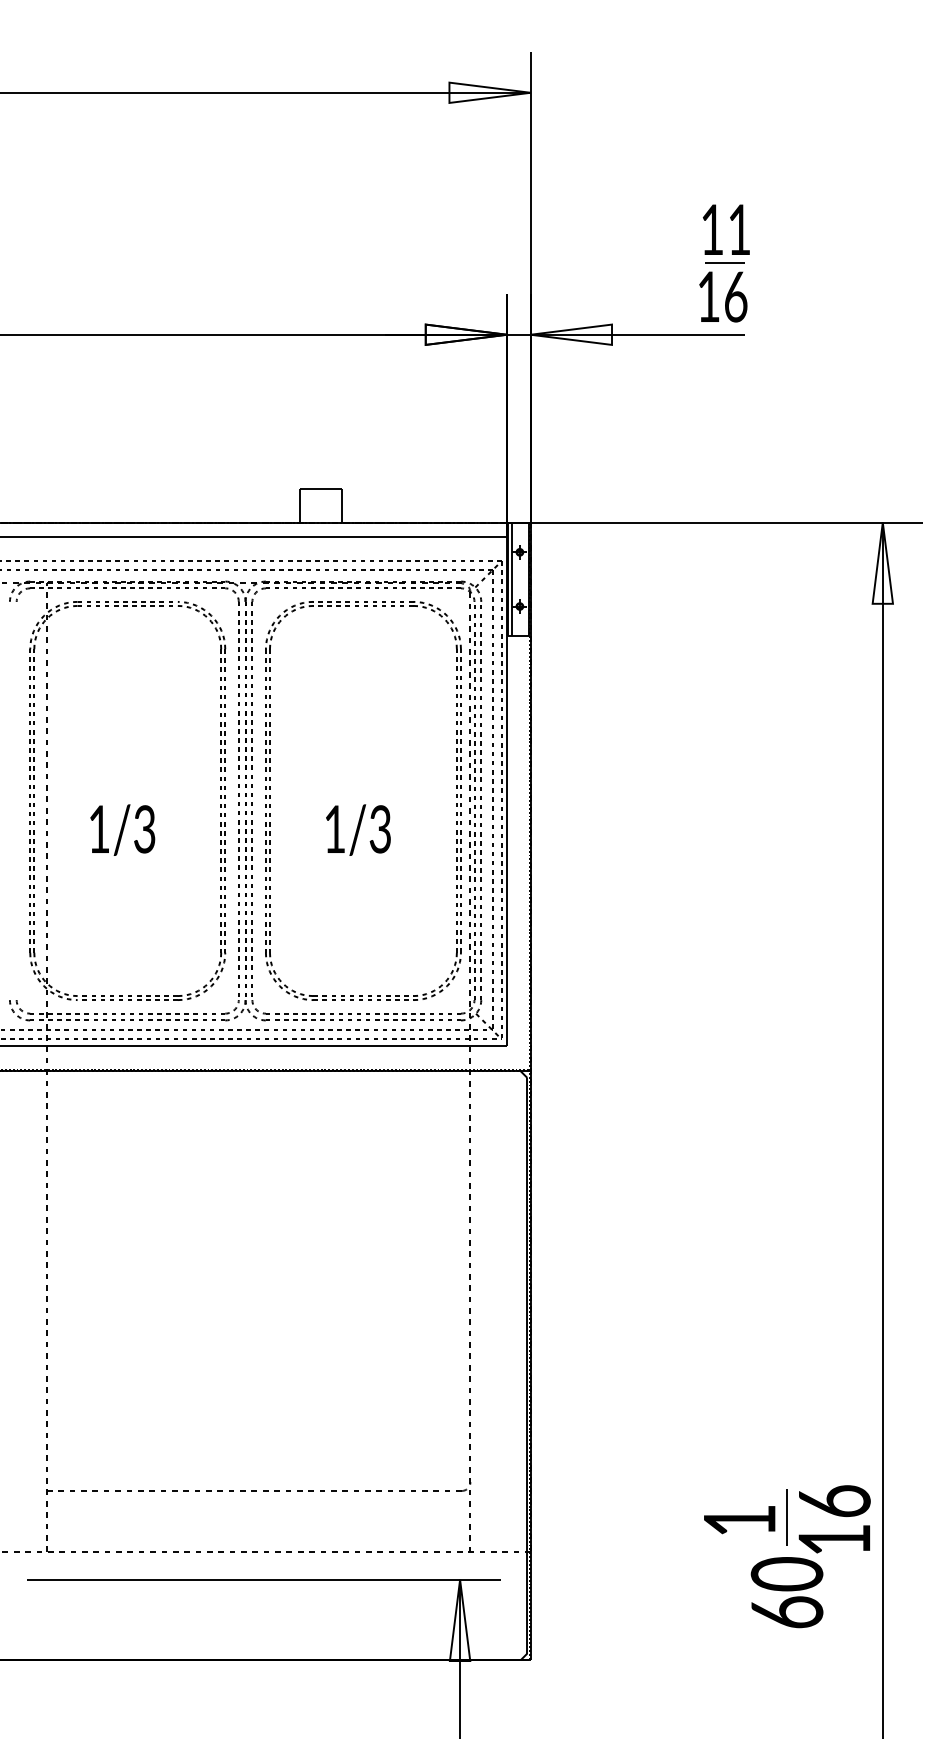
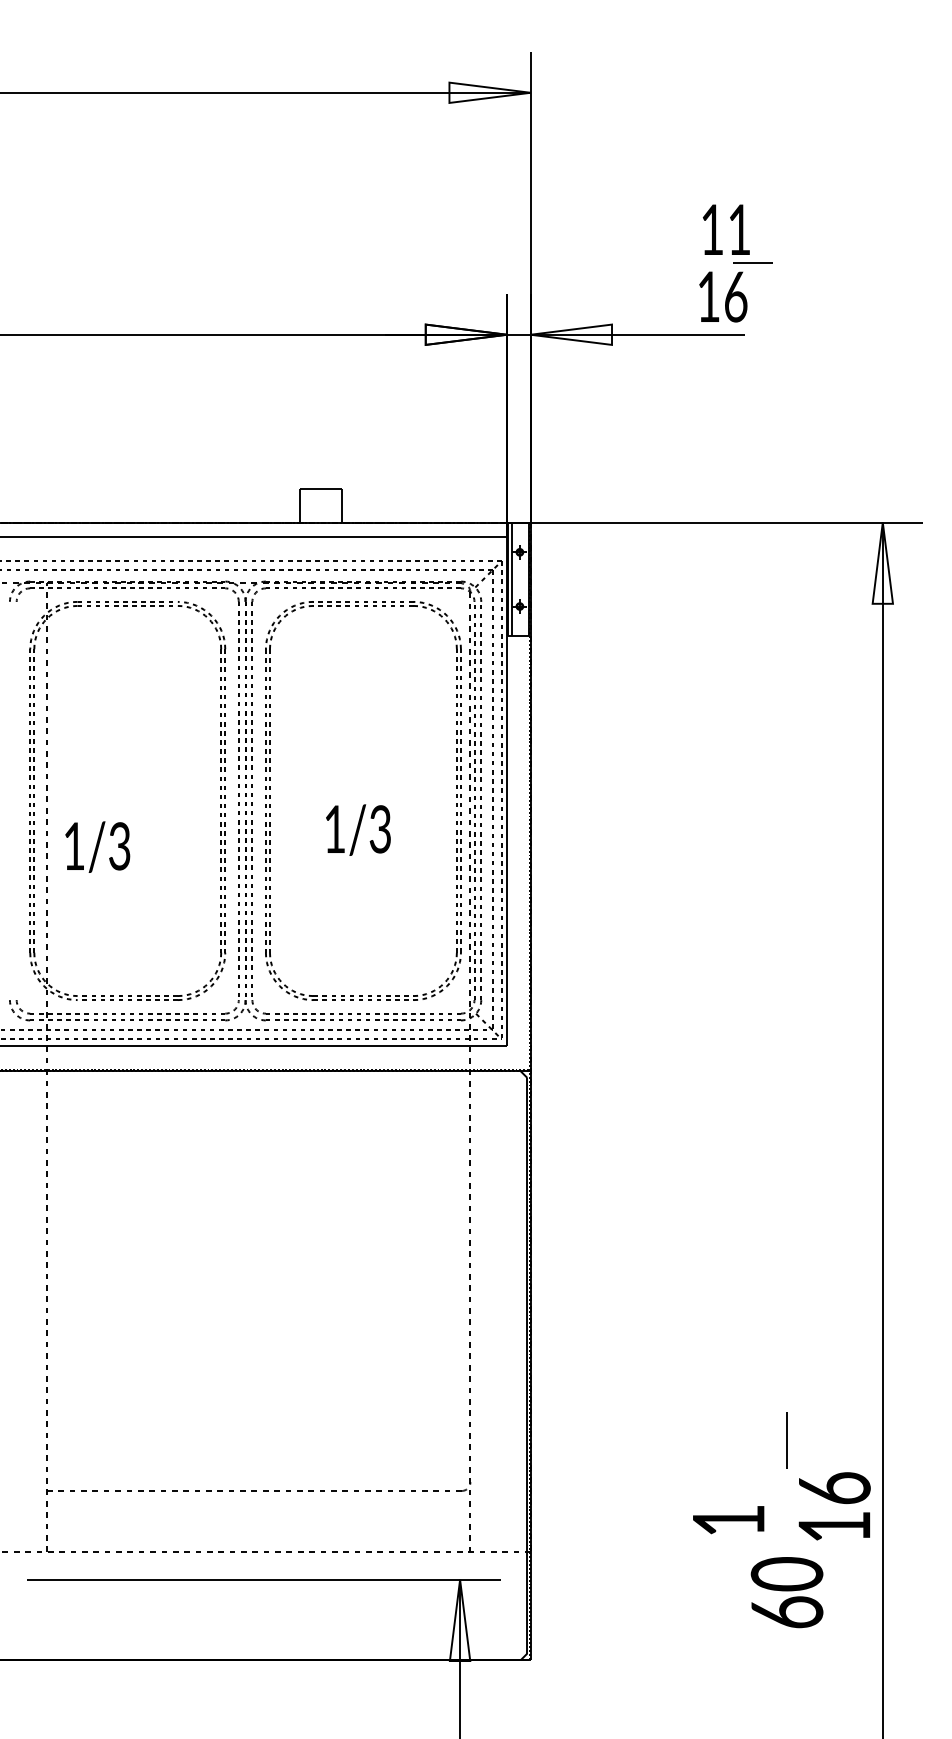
line at (724, 262) position: (724, 262) -> (752, 262)
text at (122, 829) position: (122, 829) -> (97, 846)
line at (786, 1517) position: (786, 1517) -> (786, 1440)
text at (834, 1519) position: (834, 1519) -> (834, 1506)
text at (739, 1520) position: (739, 1520) -> (728, 1520)
